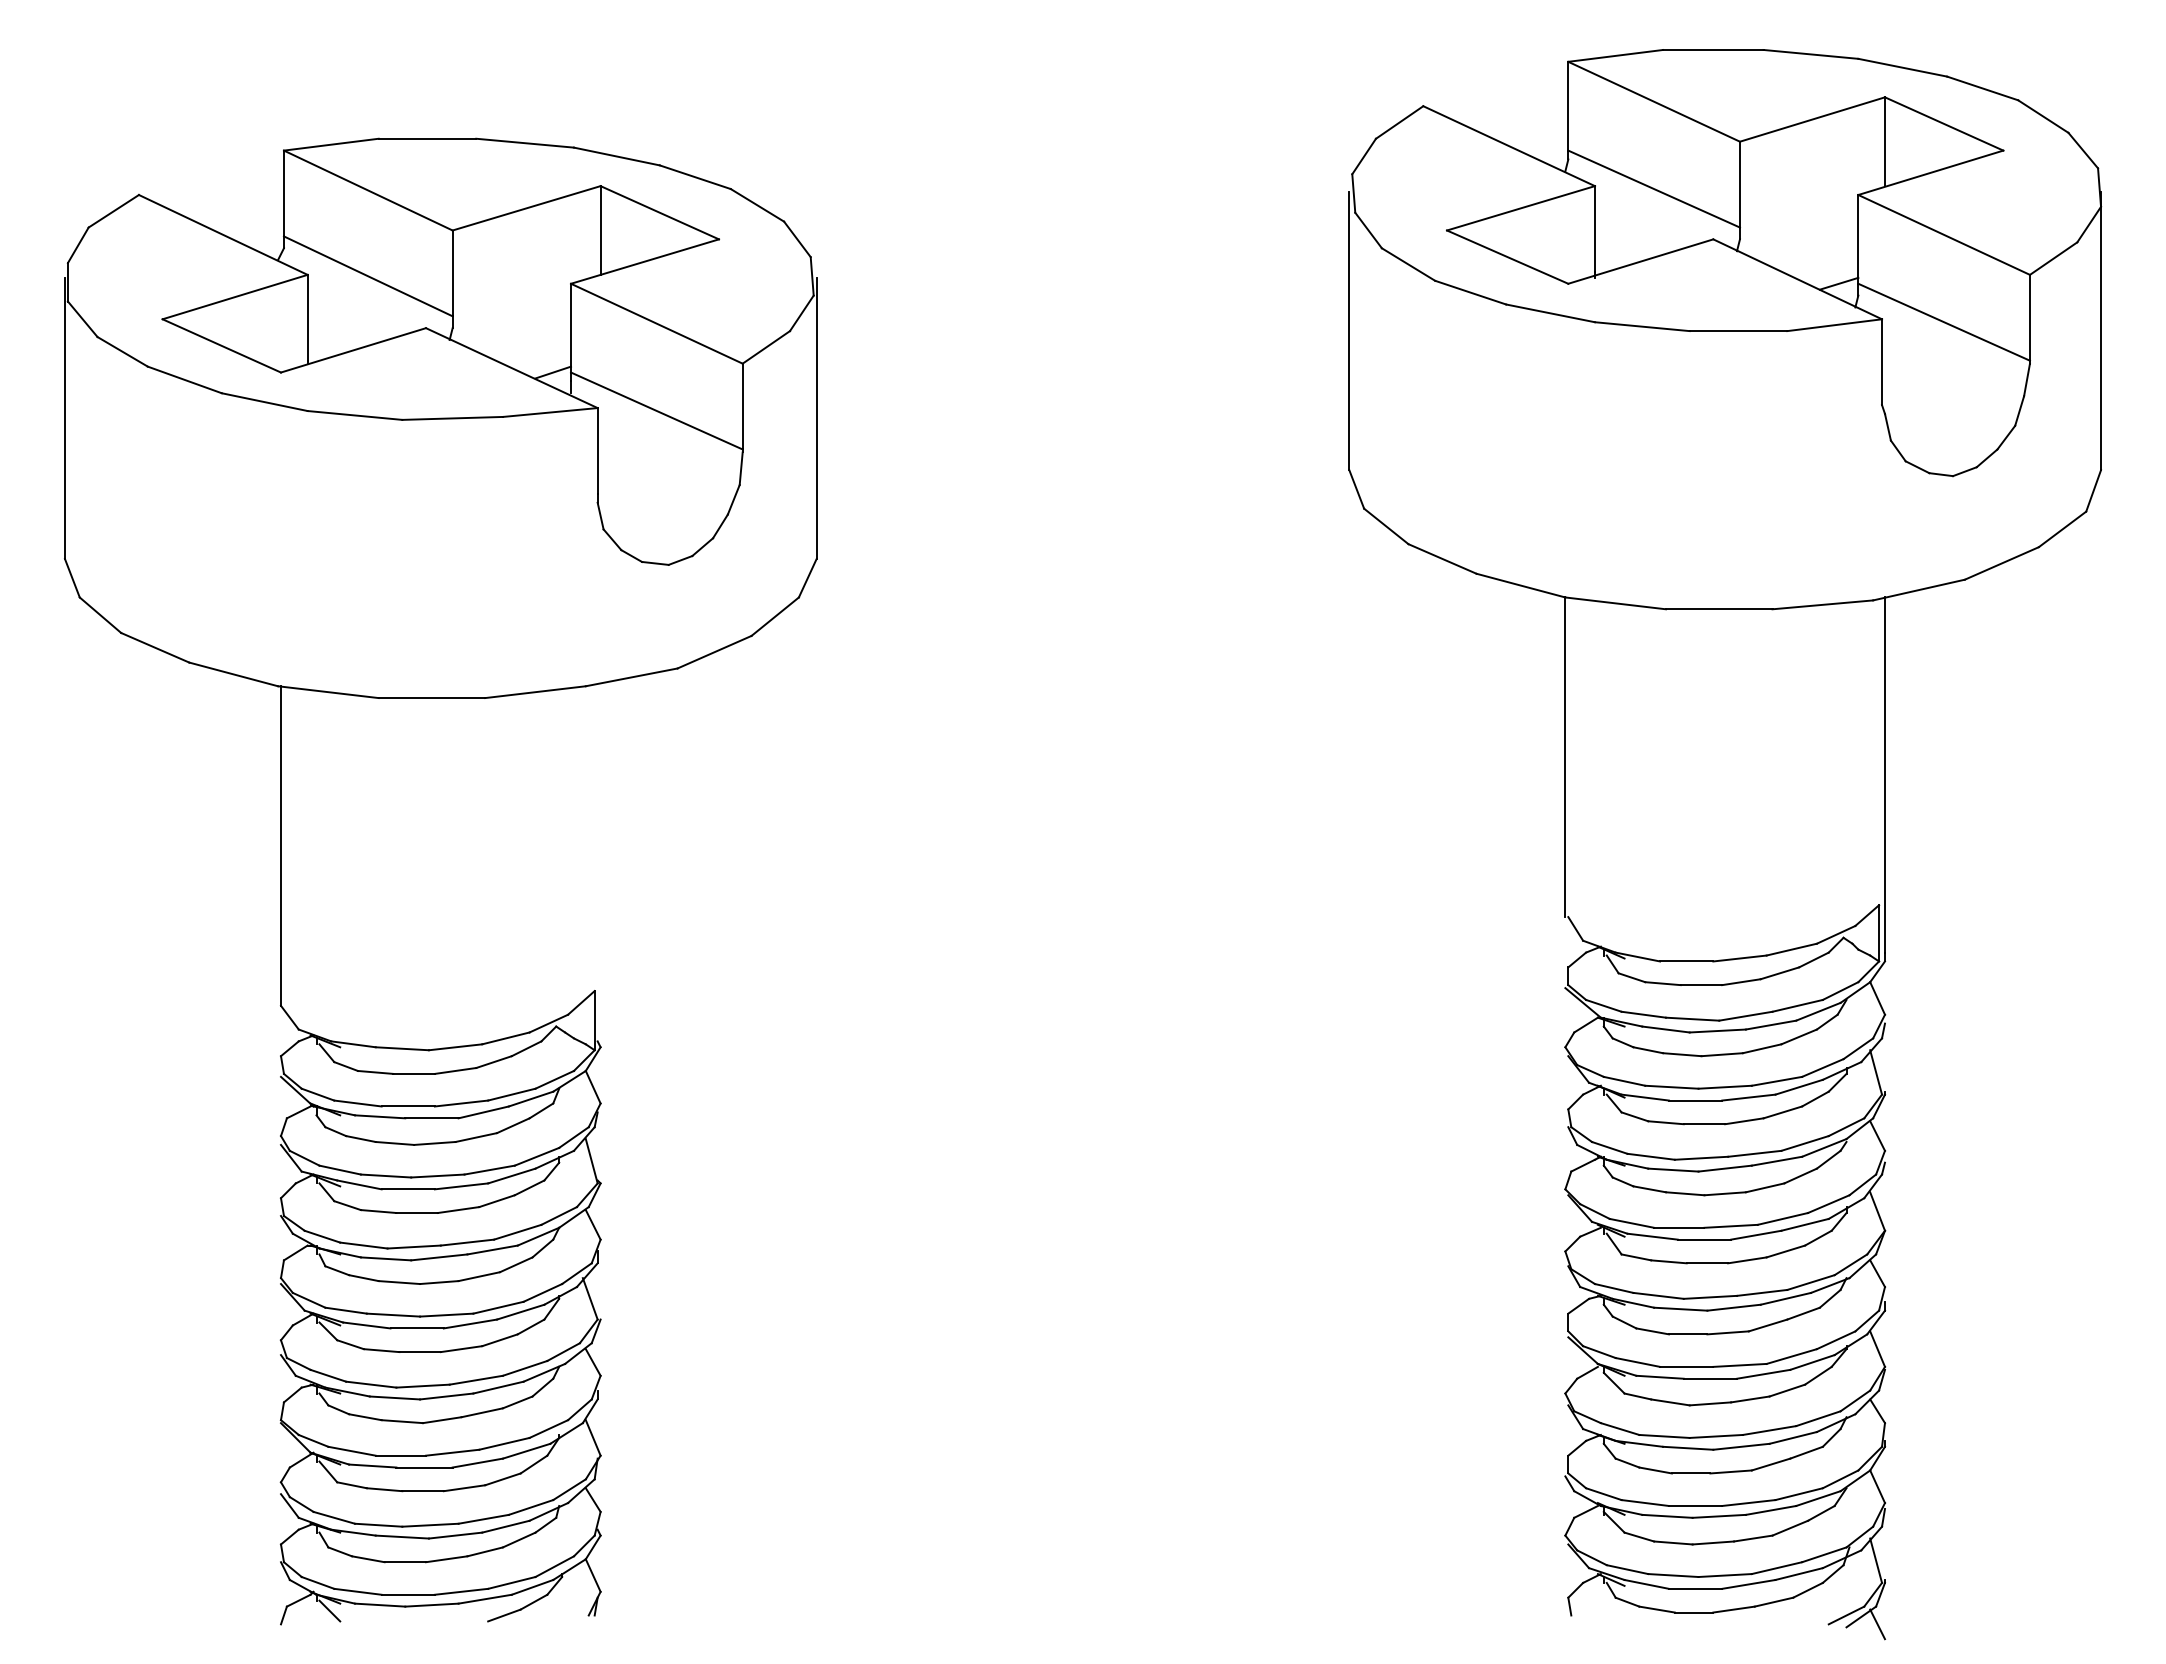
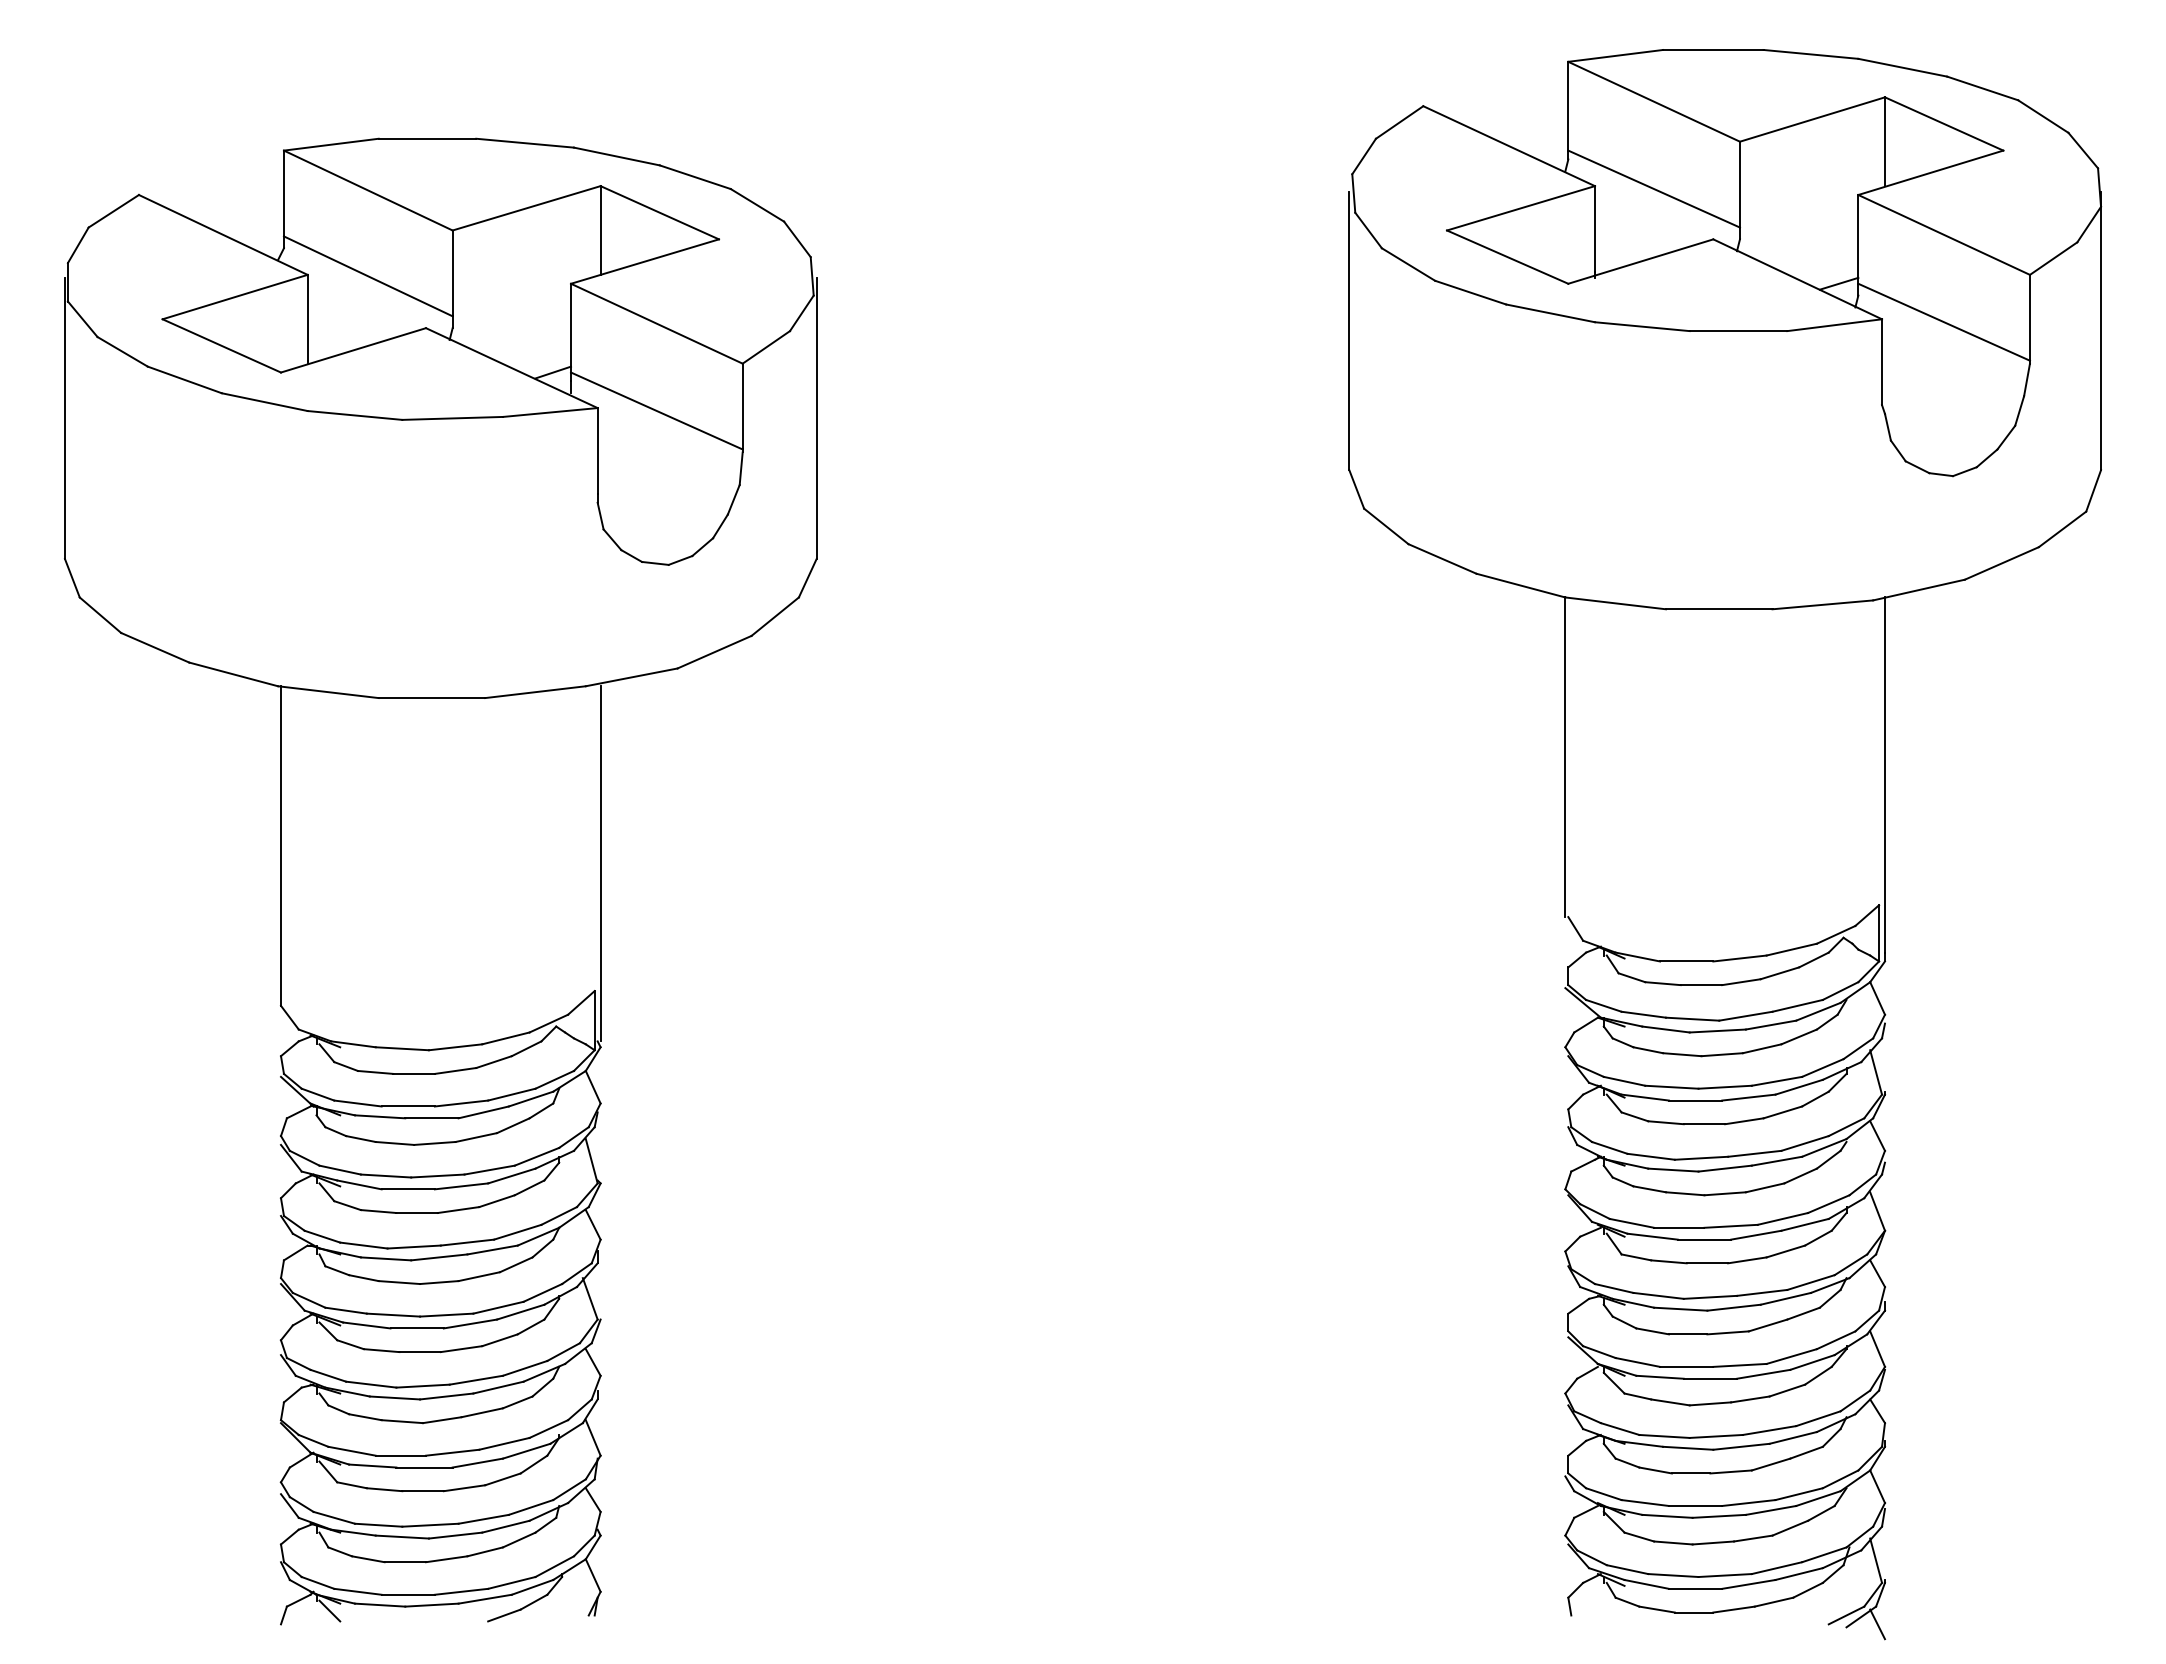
line at (600, 863): none -> present
